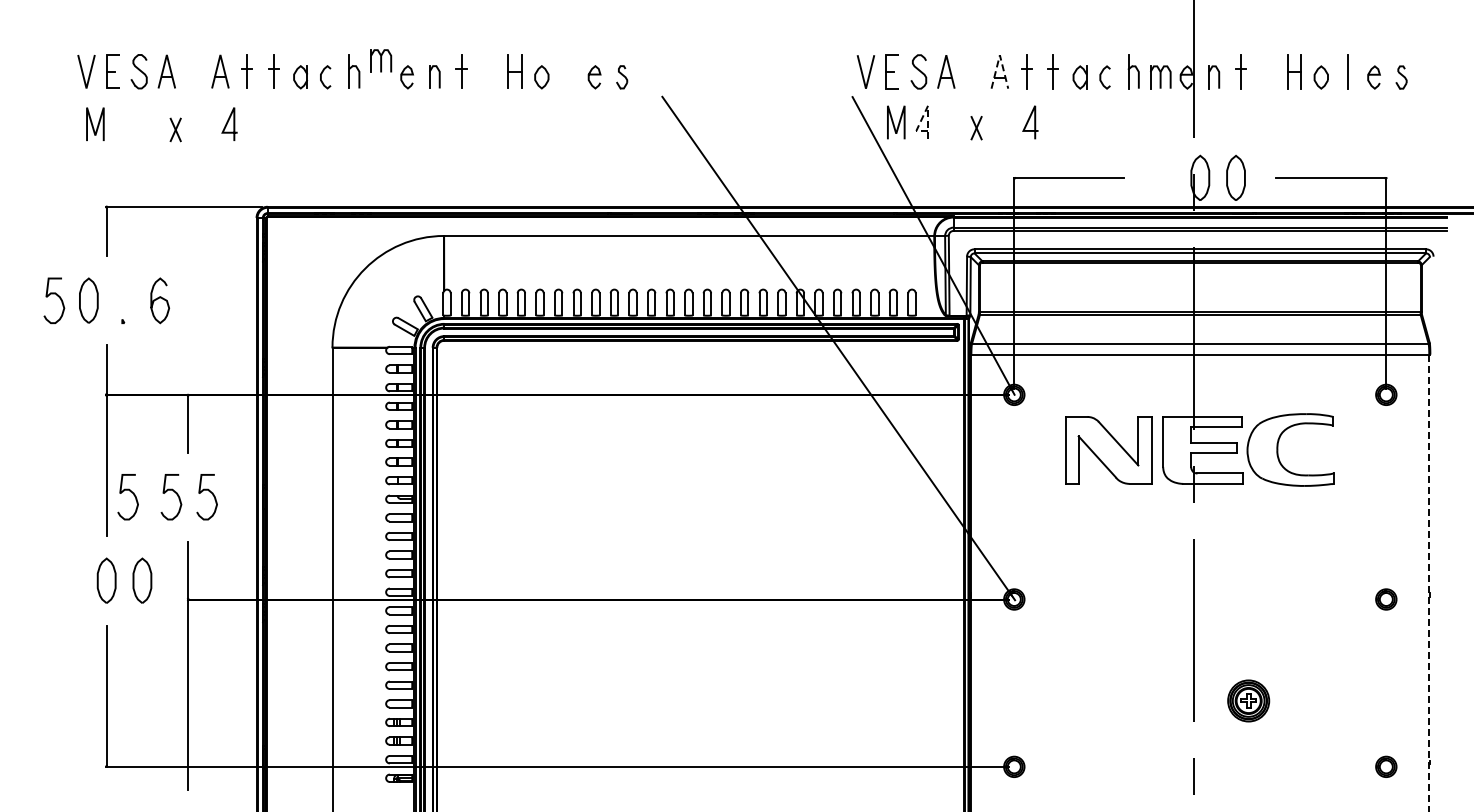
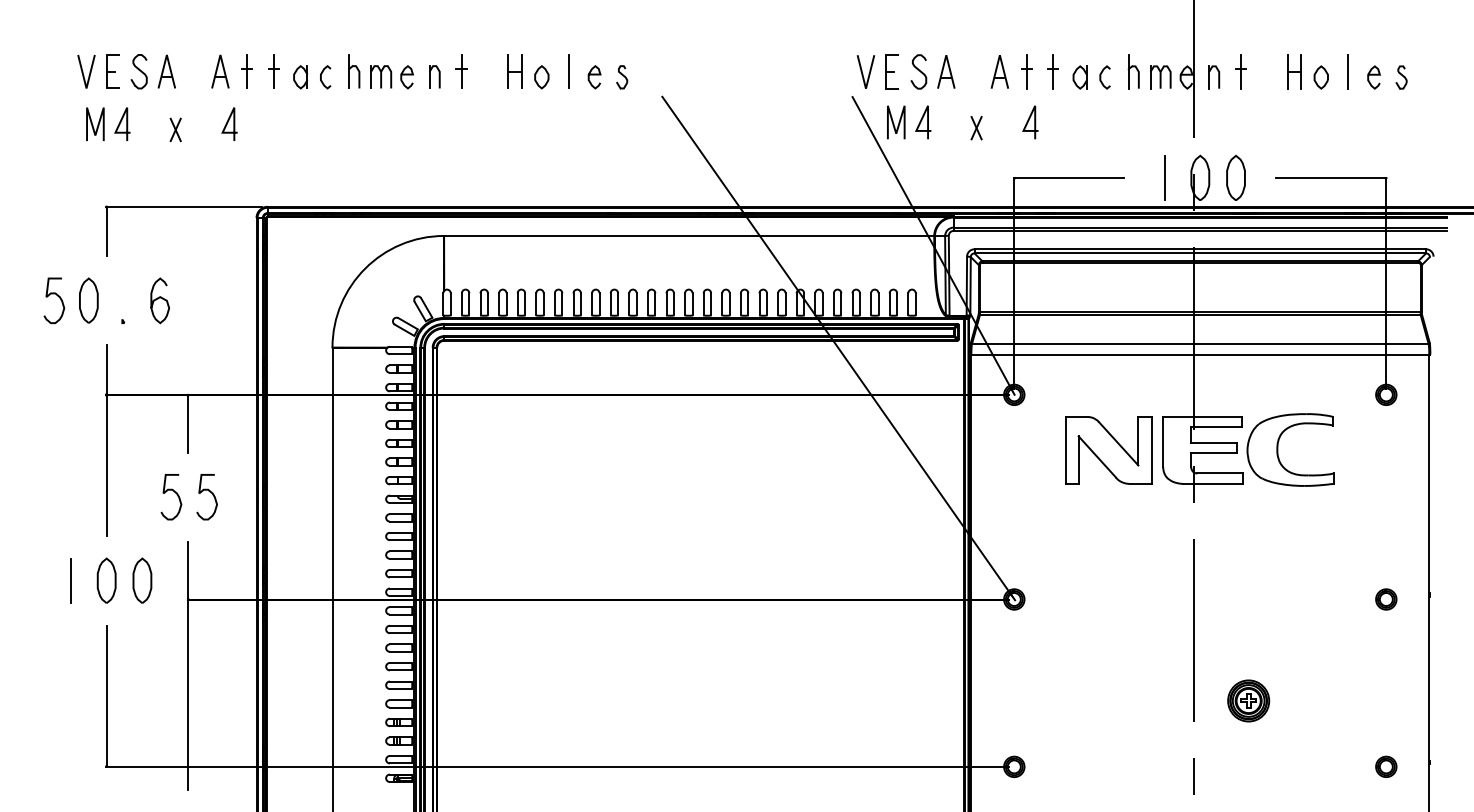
line at (999, 55): dashed -> solid
part at (381, 60) position: (381, 60) -> (381, 76)
line at (568, 71): none -> present
line at (925, 110): dashed -> solid
line at (121, 122): none -> present
line at (1164, 177): none -> present
curve at (130, 492): present -> none
line at (71, 580): none -> present
line at (1429, 583): dashed -> solid
